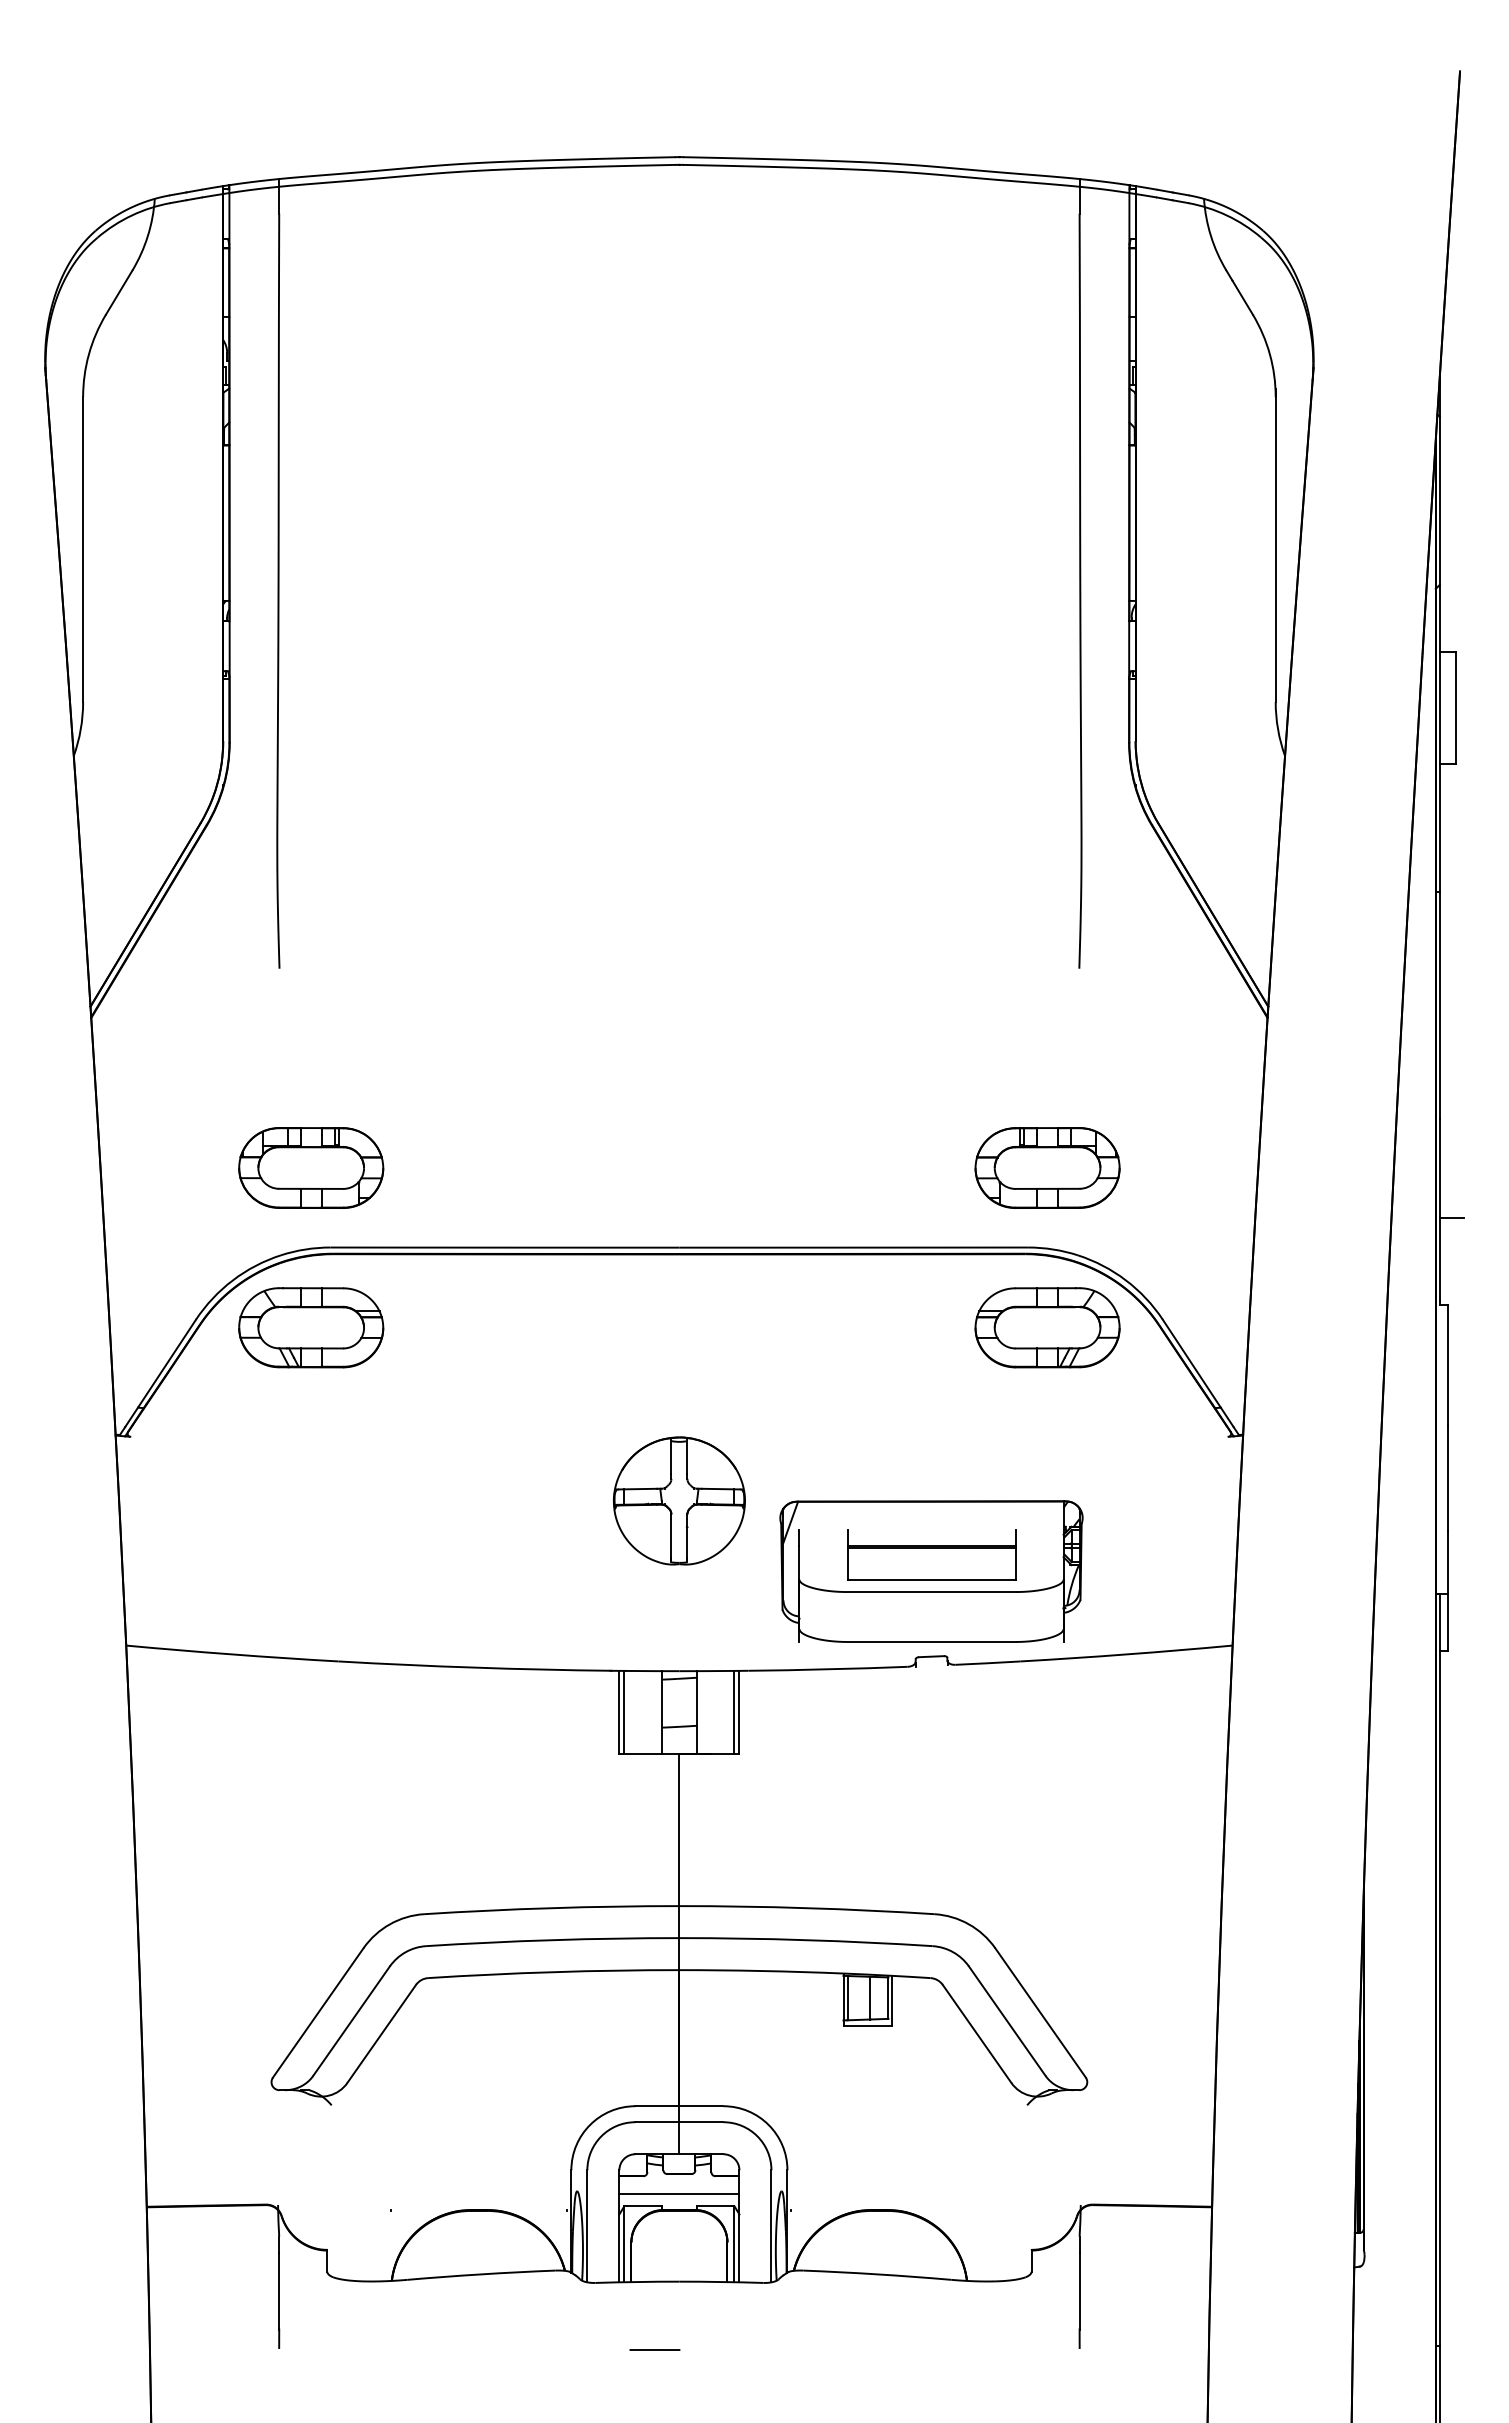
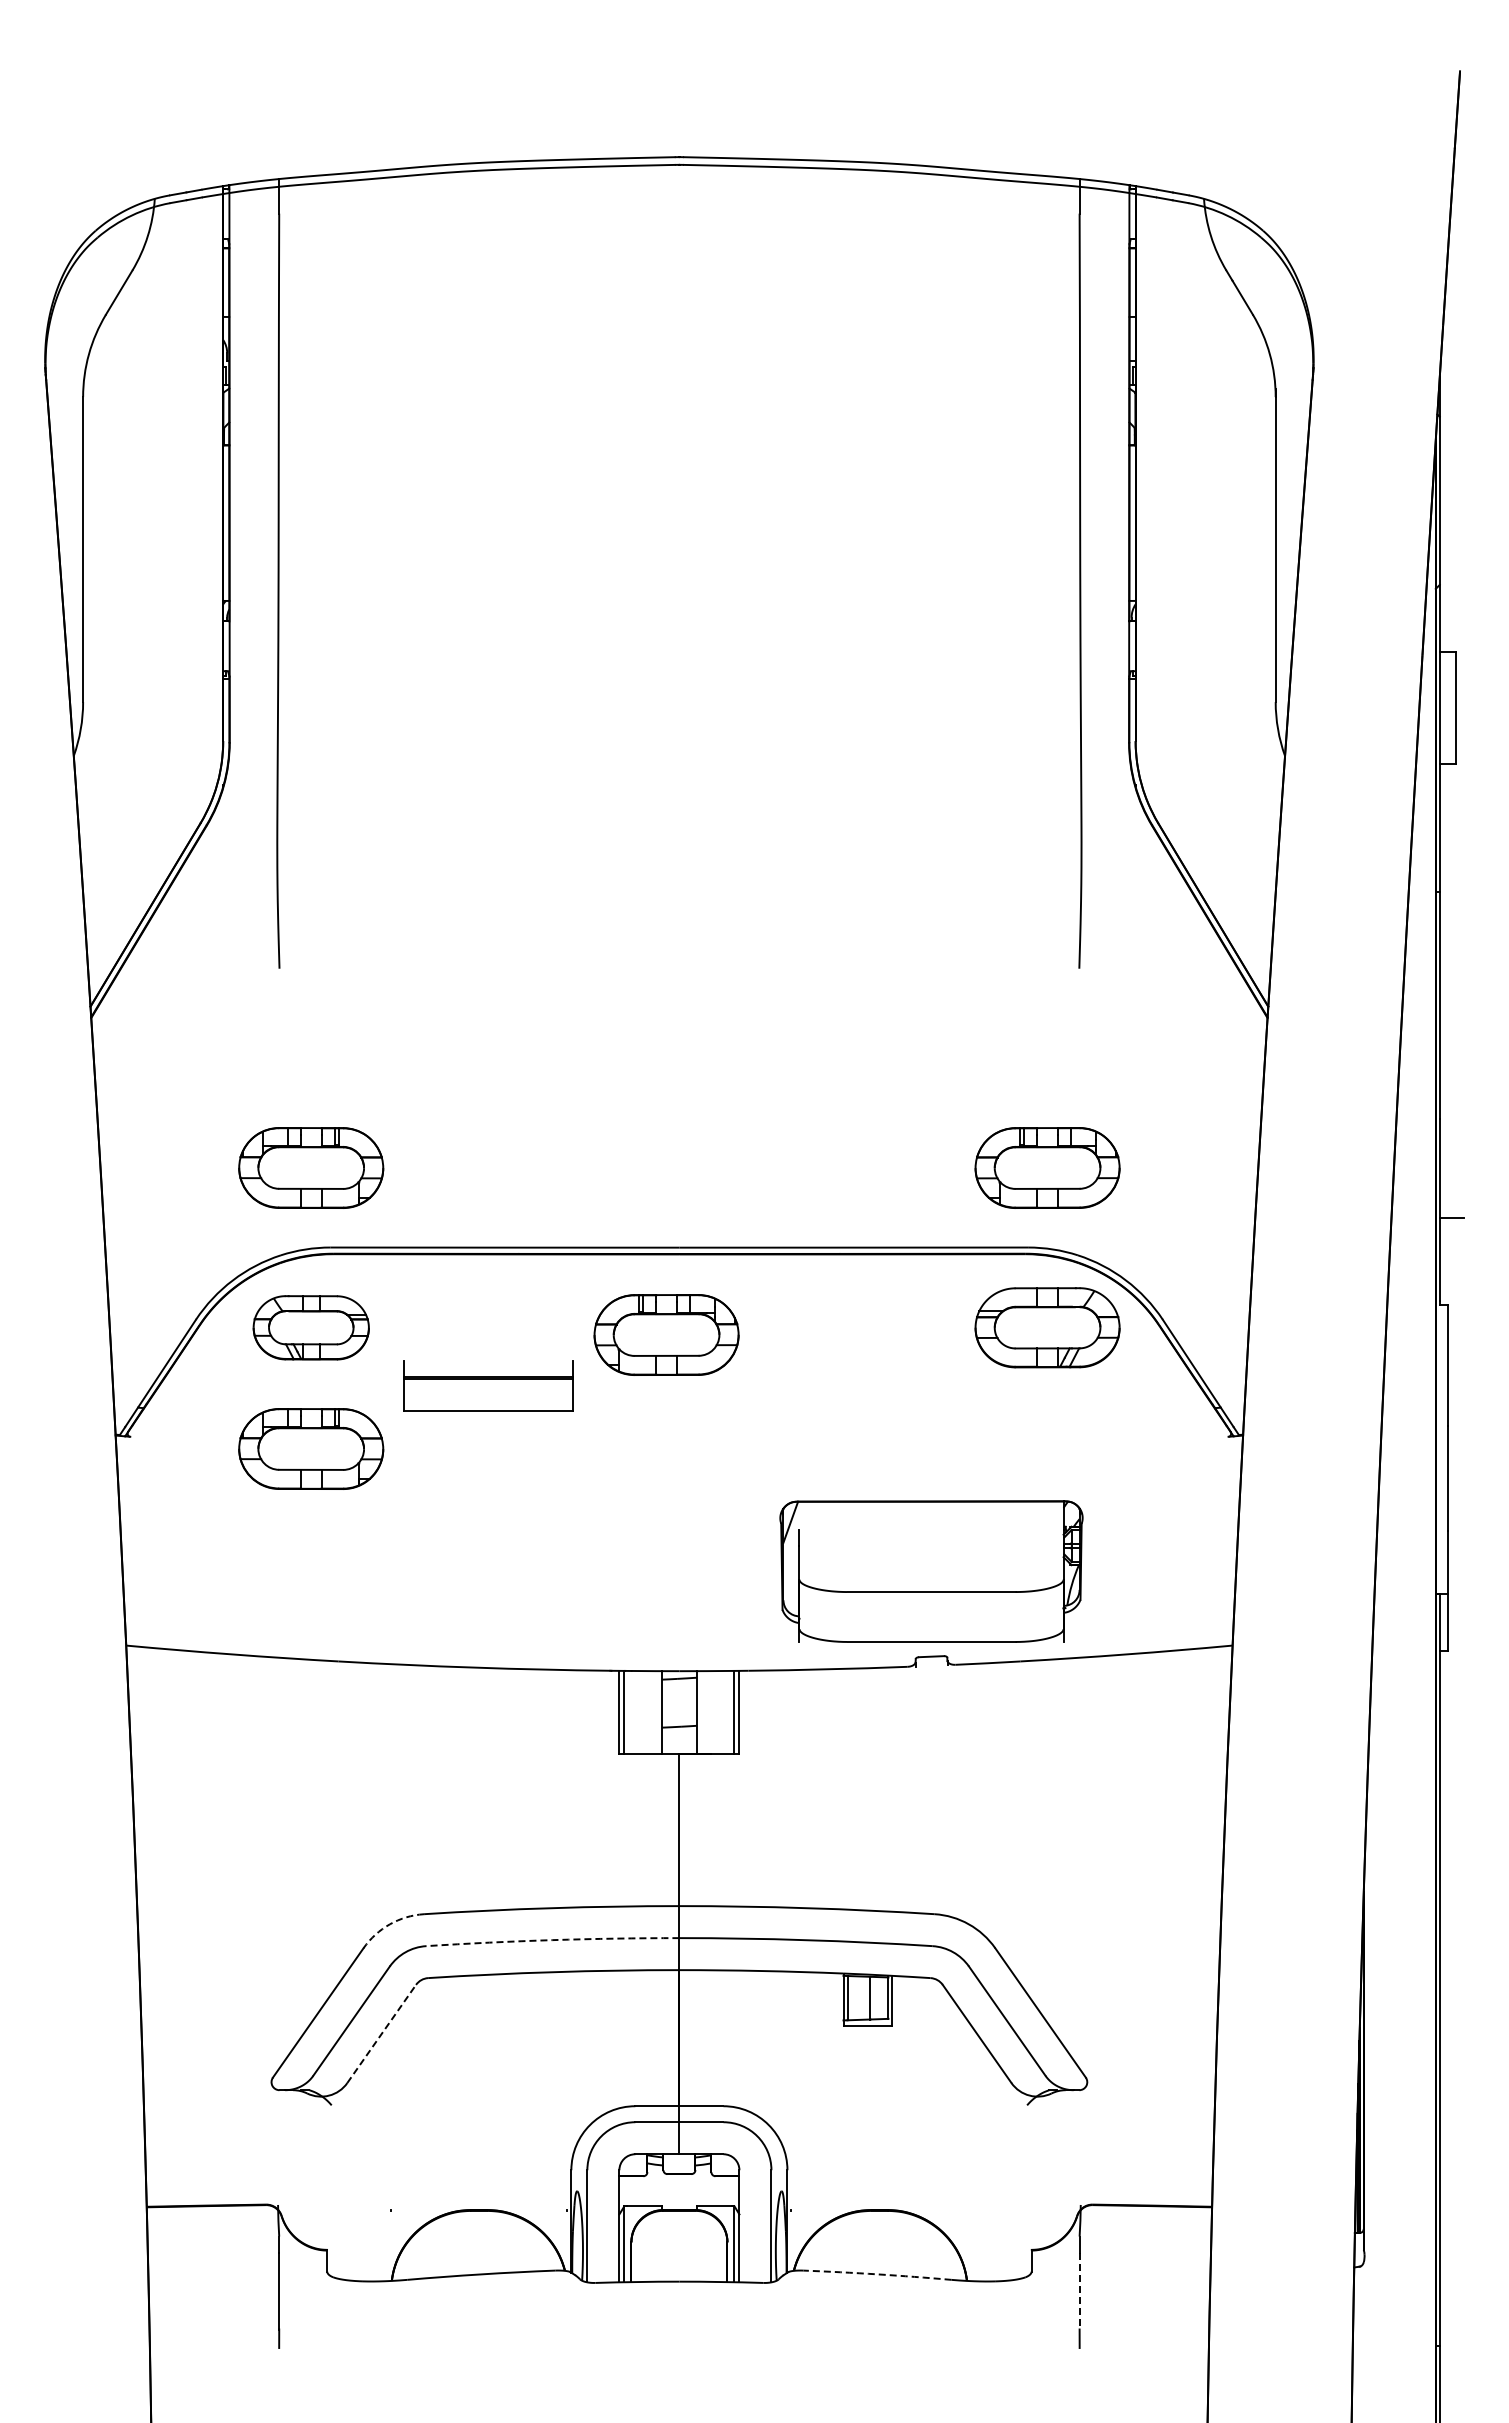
part at (311, 1327) size: 147x82 px -> 118x66 px
part at (666, 1334): none -> present
part at (311, 1448): none -> present
part at (679, 1500): present -> none
part at (931, 1554) position: (931, 1554) -> (488, 1385)
arc at (389, 1924): solid -> dashed
arc at (552, 1940): solid -> dashed
line at (381, 2033): solid -> dashed
line at (679, 2194): present -> none
arc at (877, 2274): solid -> dashed
line at (1079, 2291): solid -> dashed
line at (654, 2349): present -> none
